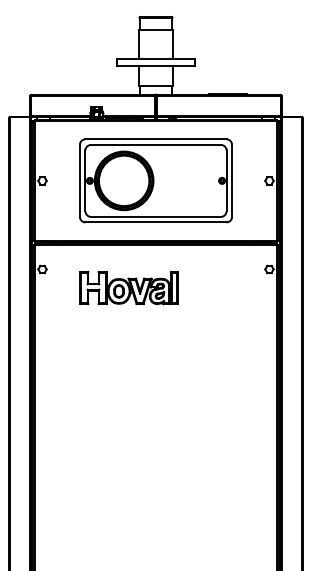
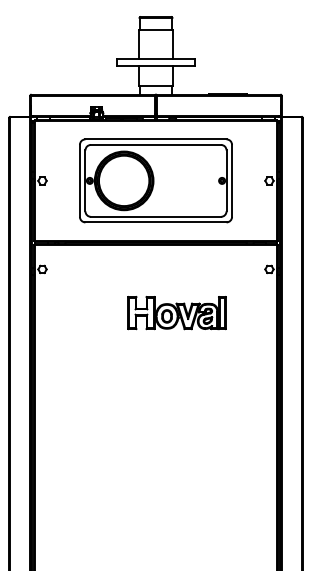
part at (128, 288) position: (128, 288) -> (176, 313)
